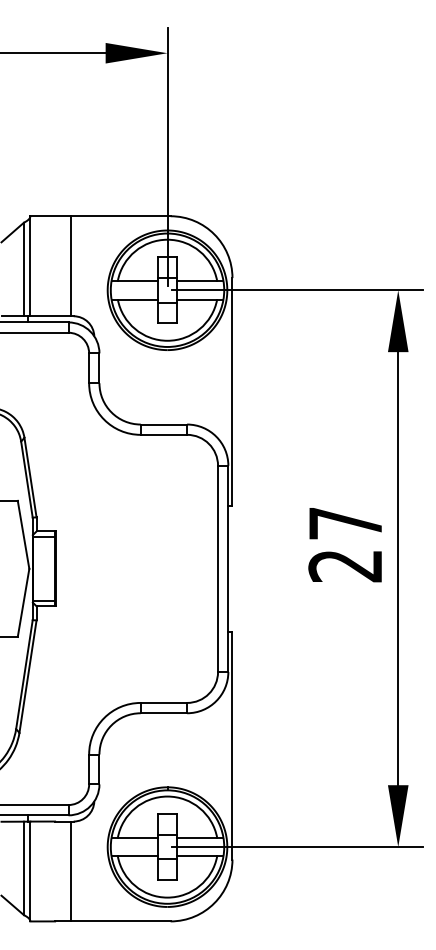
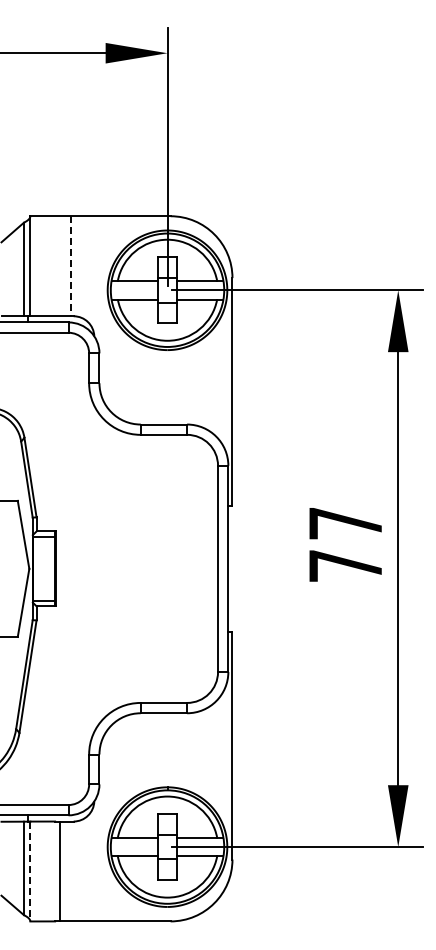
line at (70, 266): solid -> dashed
text at (344, 566): 27 -> 77
line at (30, 871): solid -> dashed
line at (70, 871) position: (70, 871) -> (59, 871)
